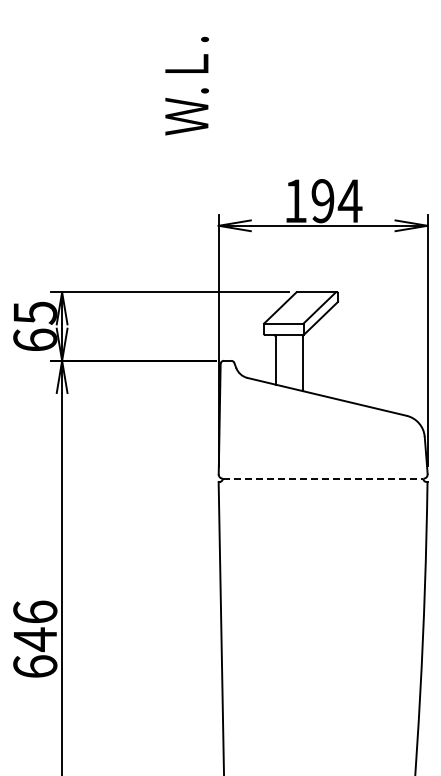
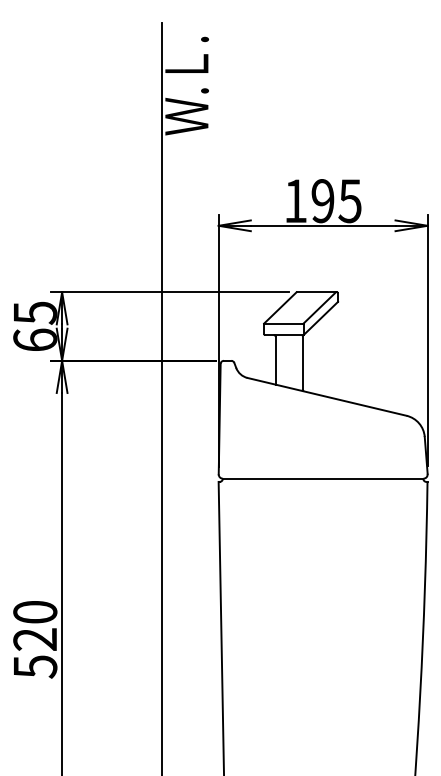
text at (349, 201): 194 -> 195
line at (162, 397): none -> present
line at (323, 478): dashed -> solid
text at (35, 639): 646 -> 520
